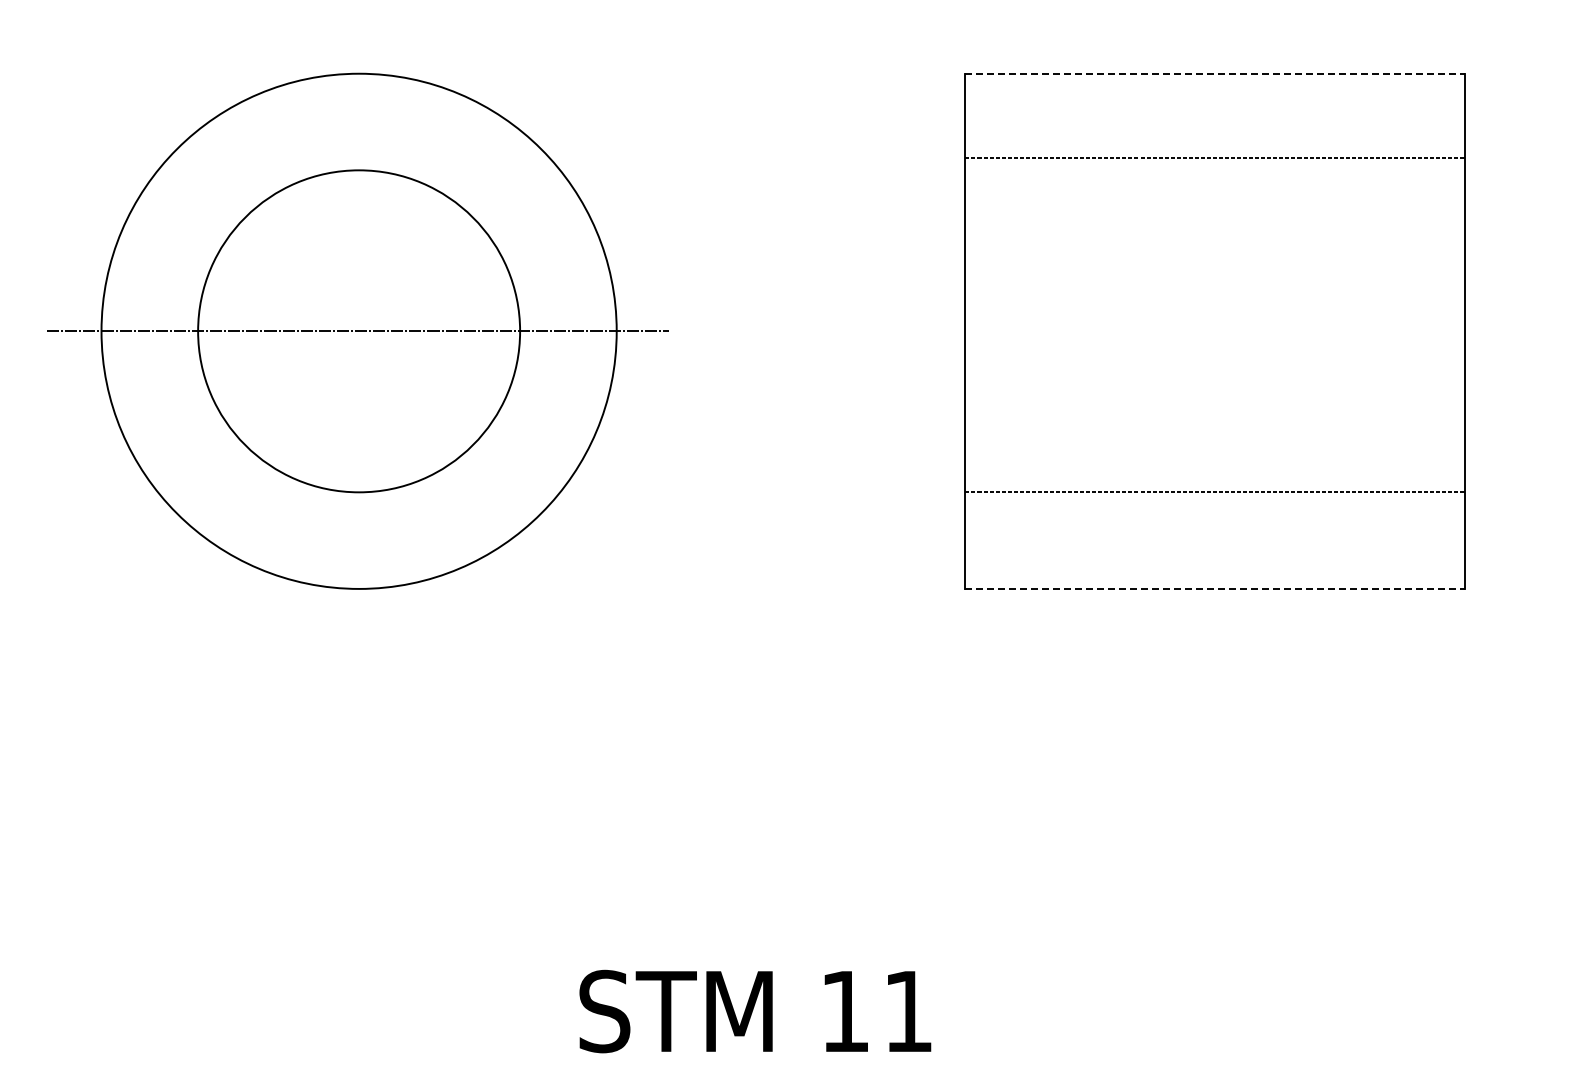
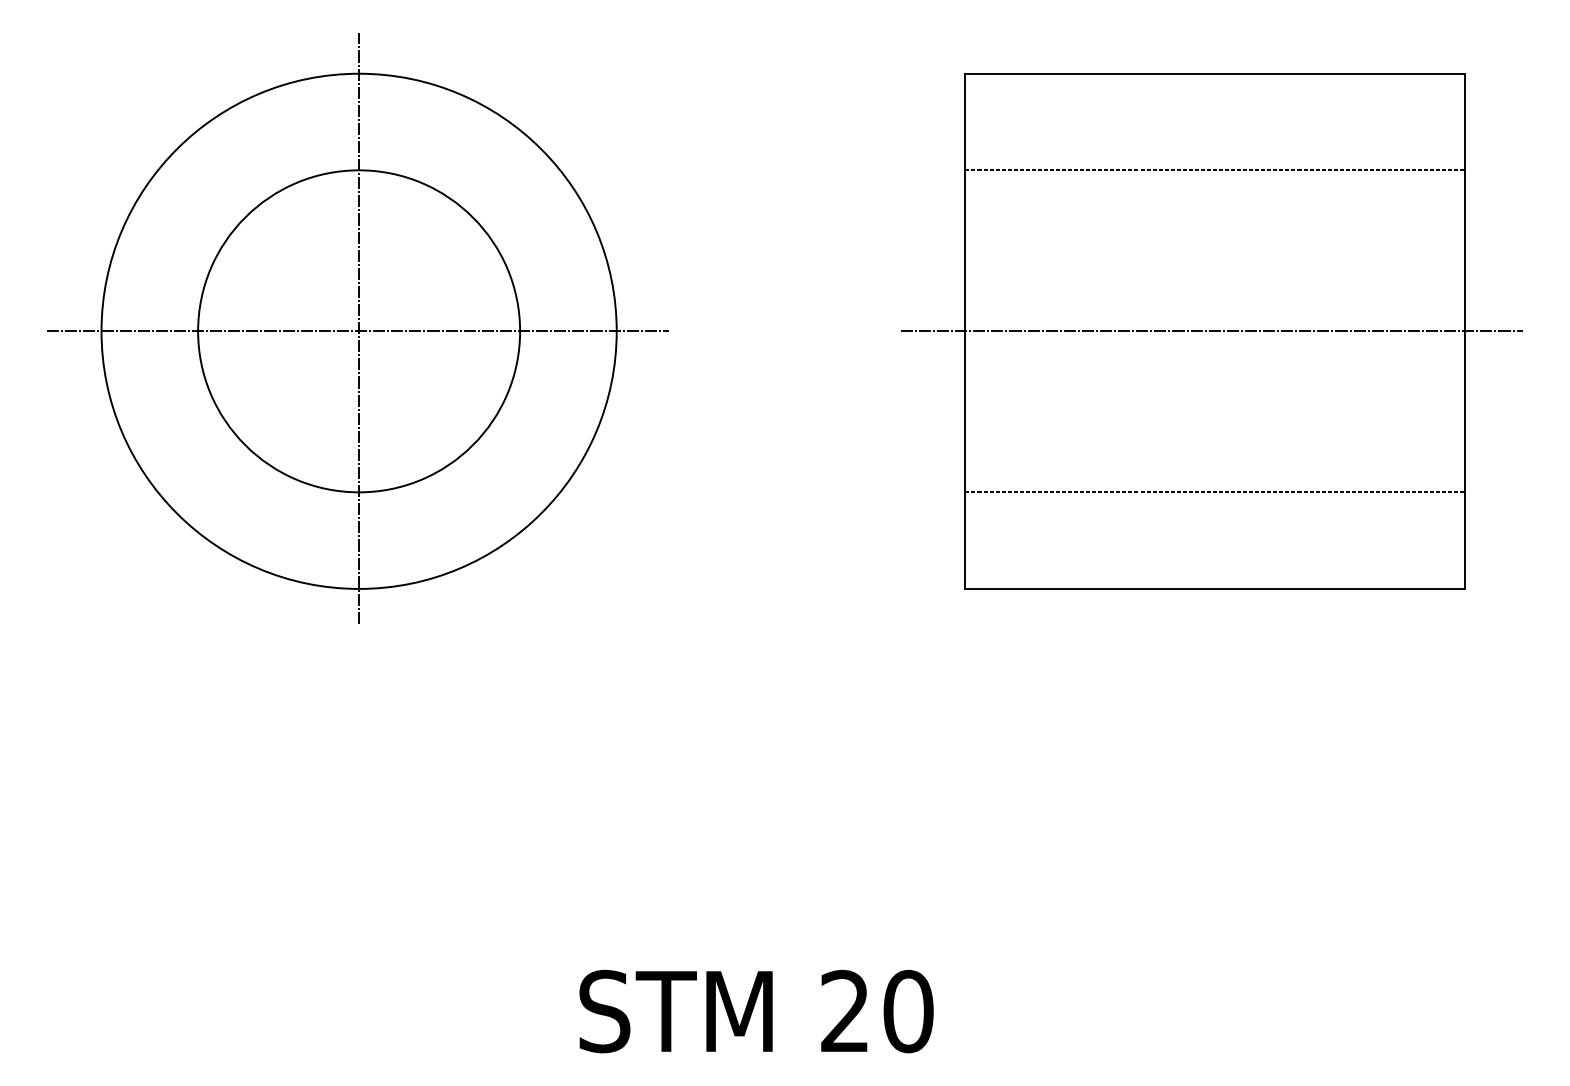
line at (1214, 73): dashed -> solid
line at (1214, 158) position: (1214, 158) -> (1214, 170)
line at (359, 327): none -> present
line at (1211, 331): none -> present
line at (1214, 588): dashed -> solid
text at (877, 1011): 11 -> 20
